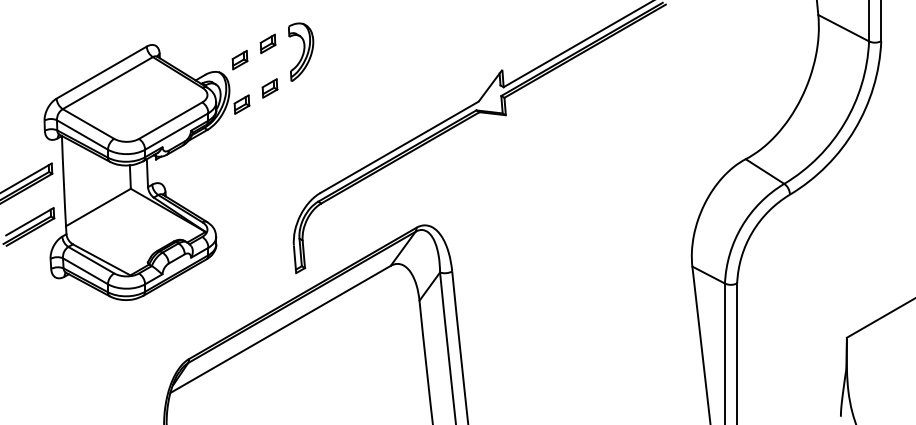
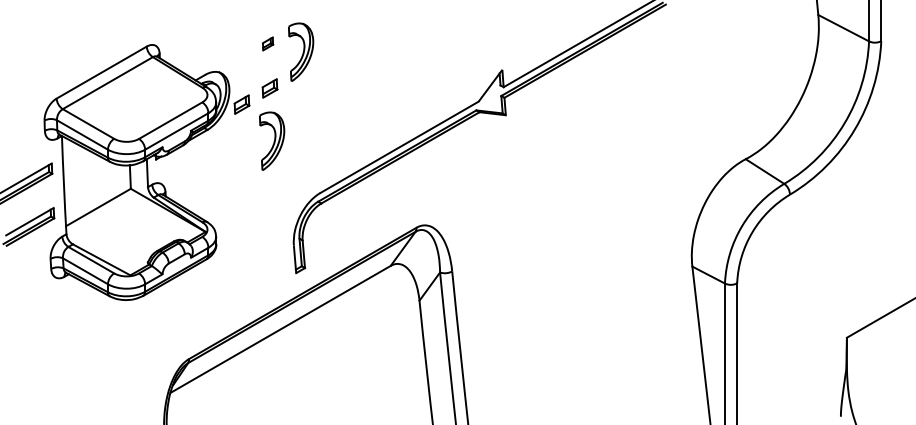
part at (267, 43) size: 18x22 px -> 13x16 px
part at (239, 60): present -> none
part at (272, 140): none -> present
